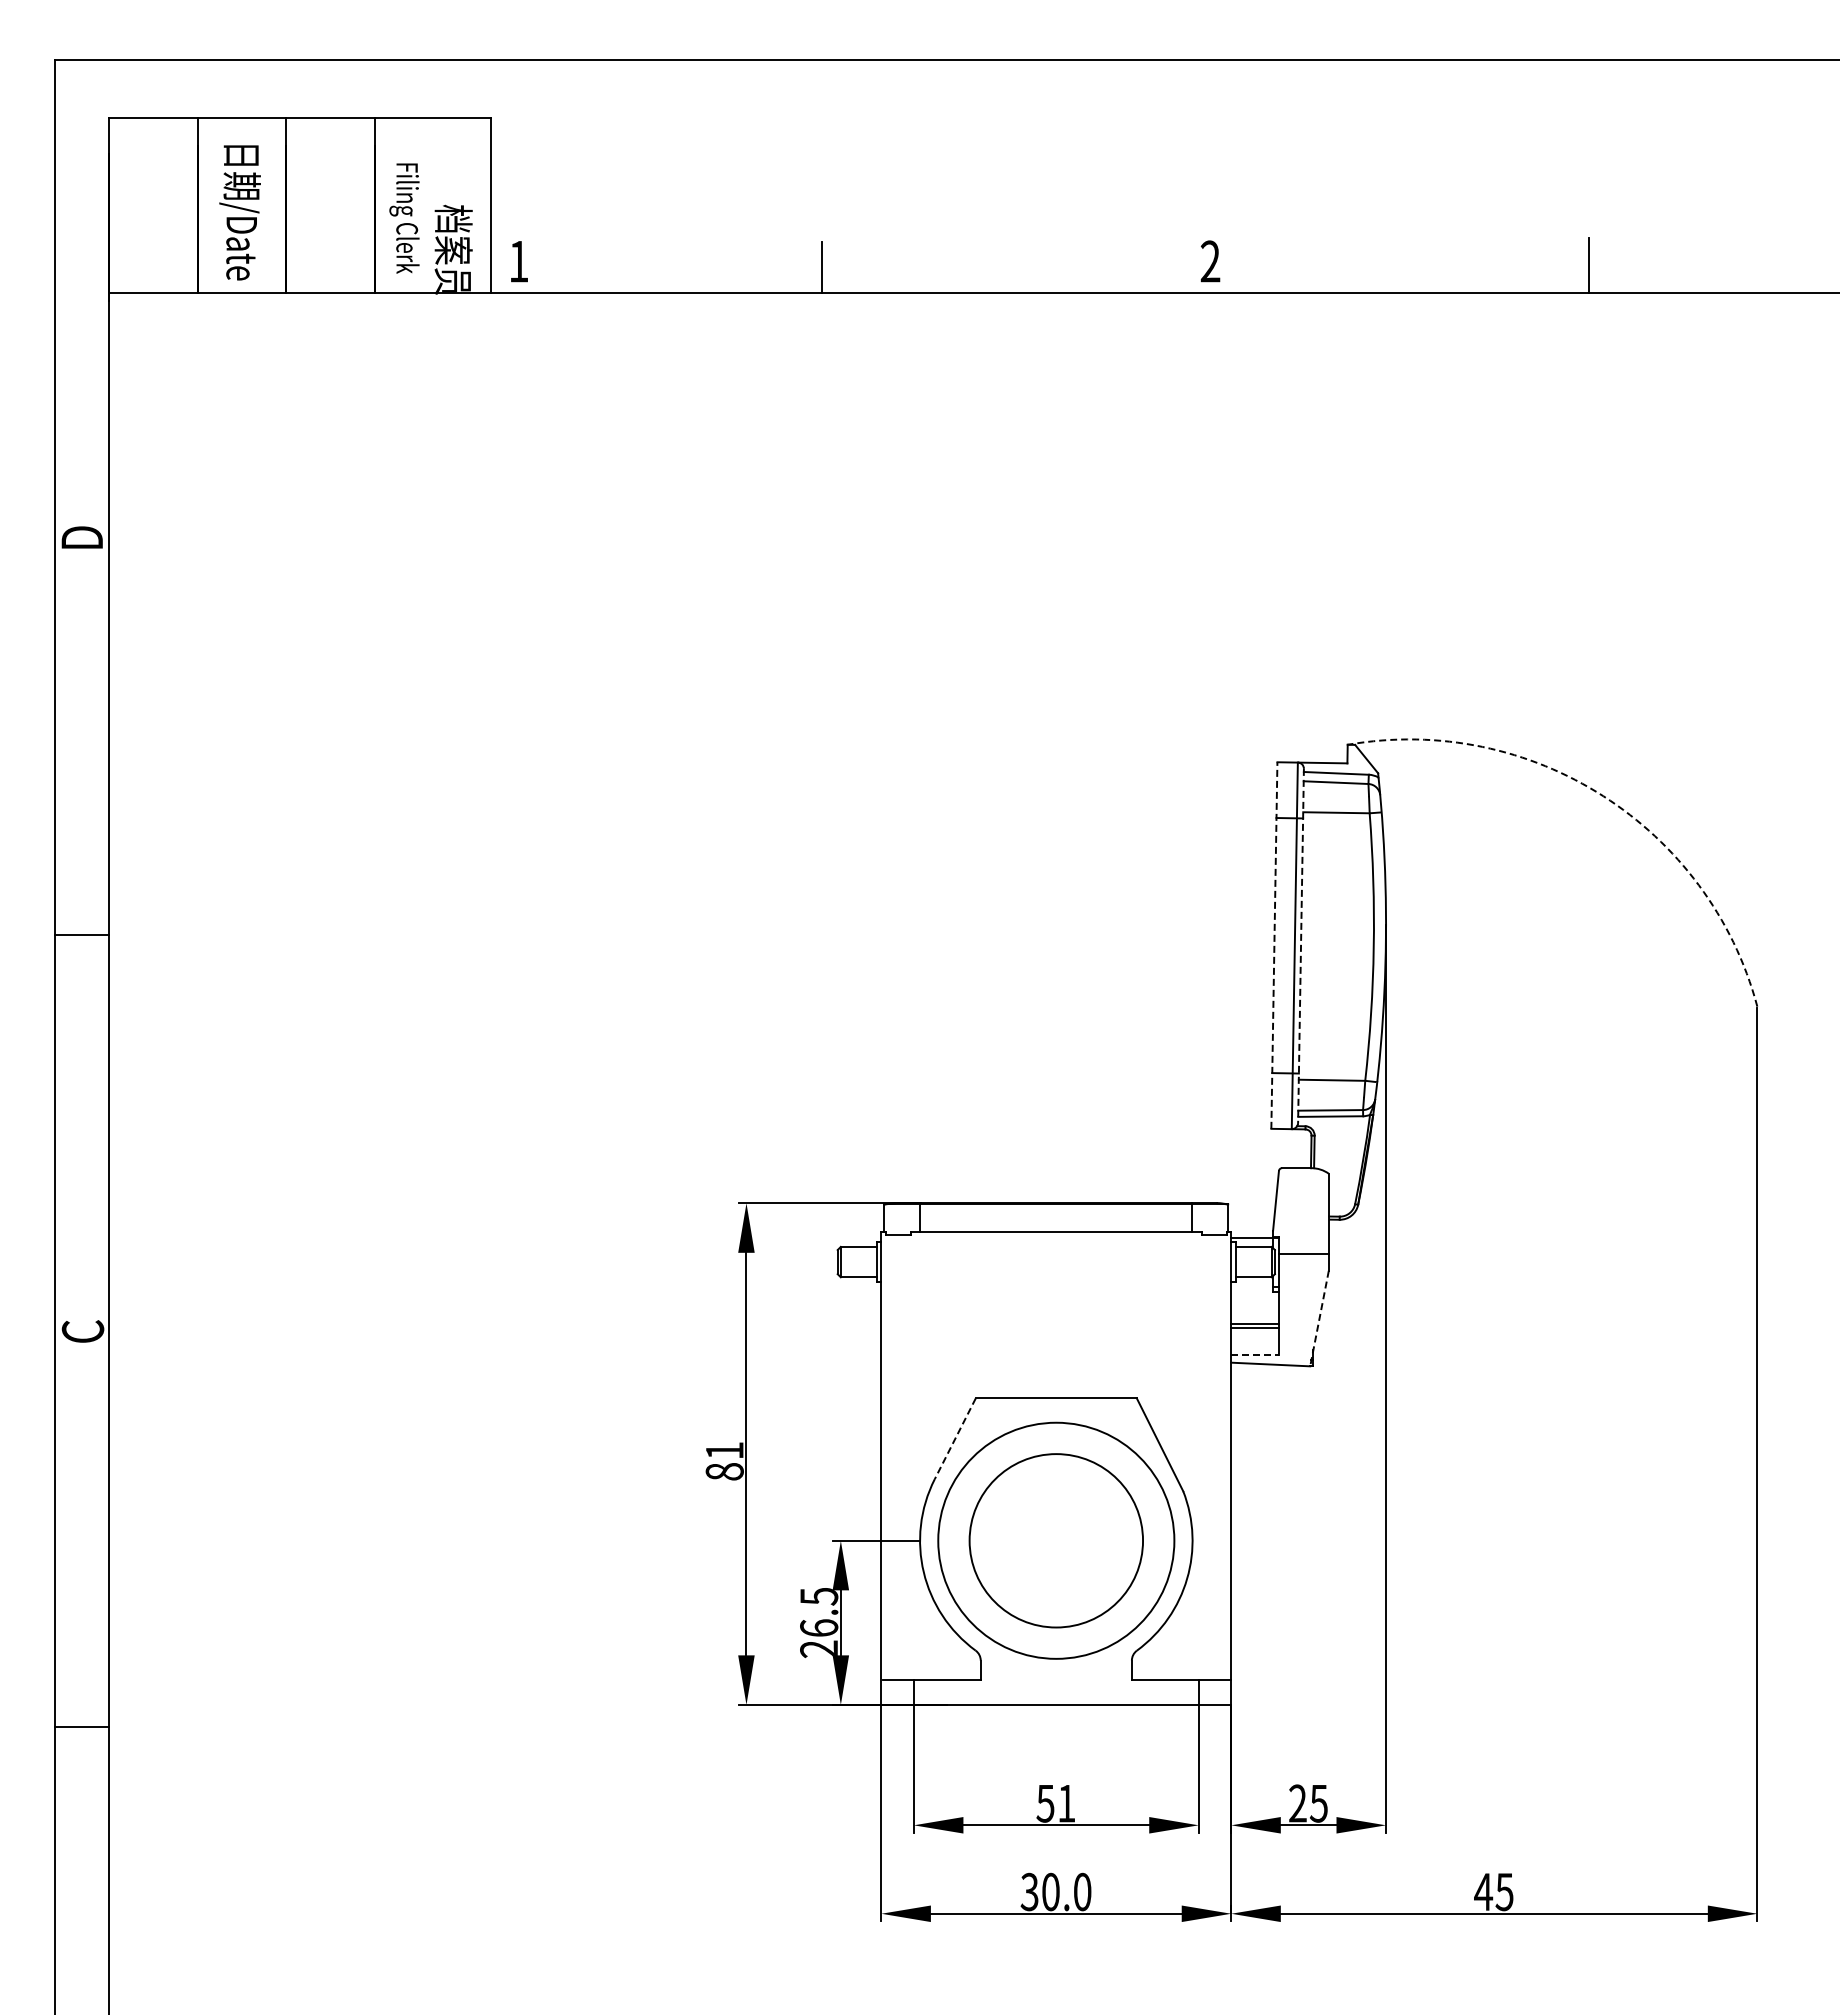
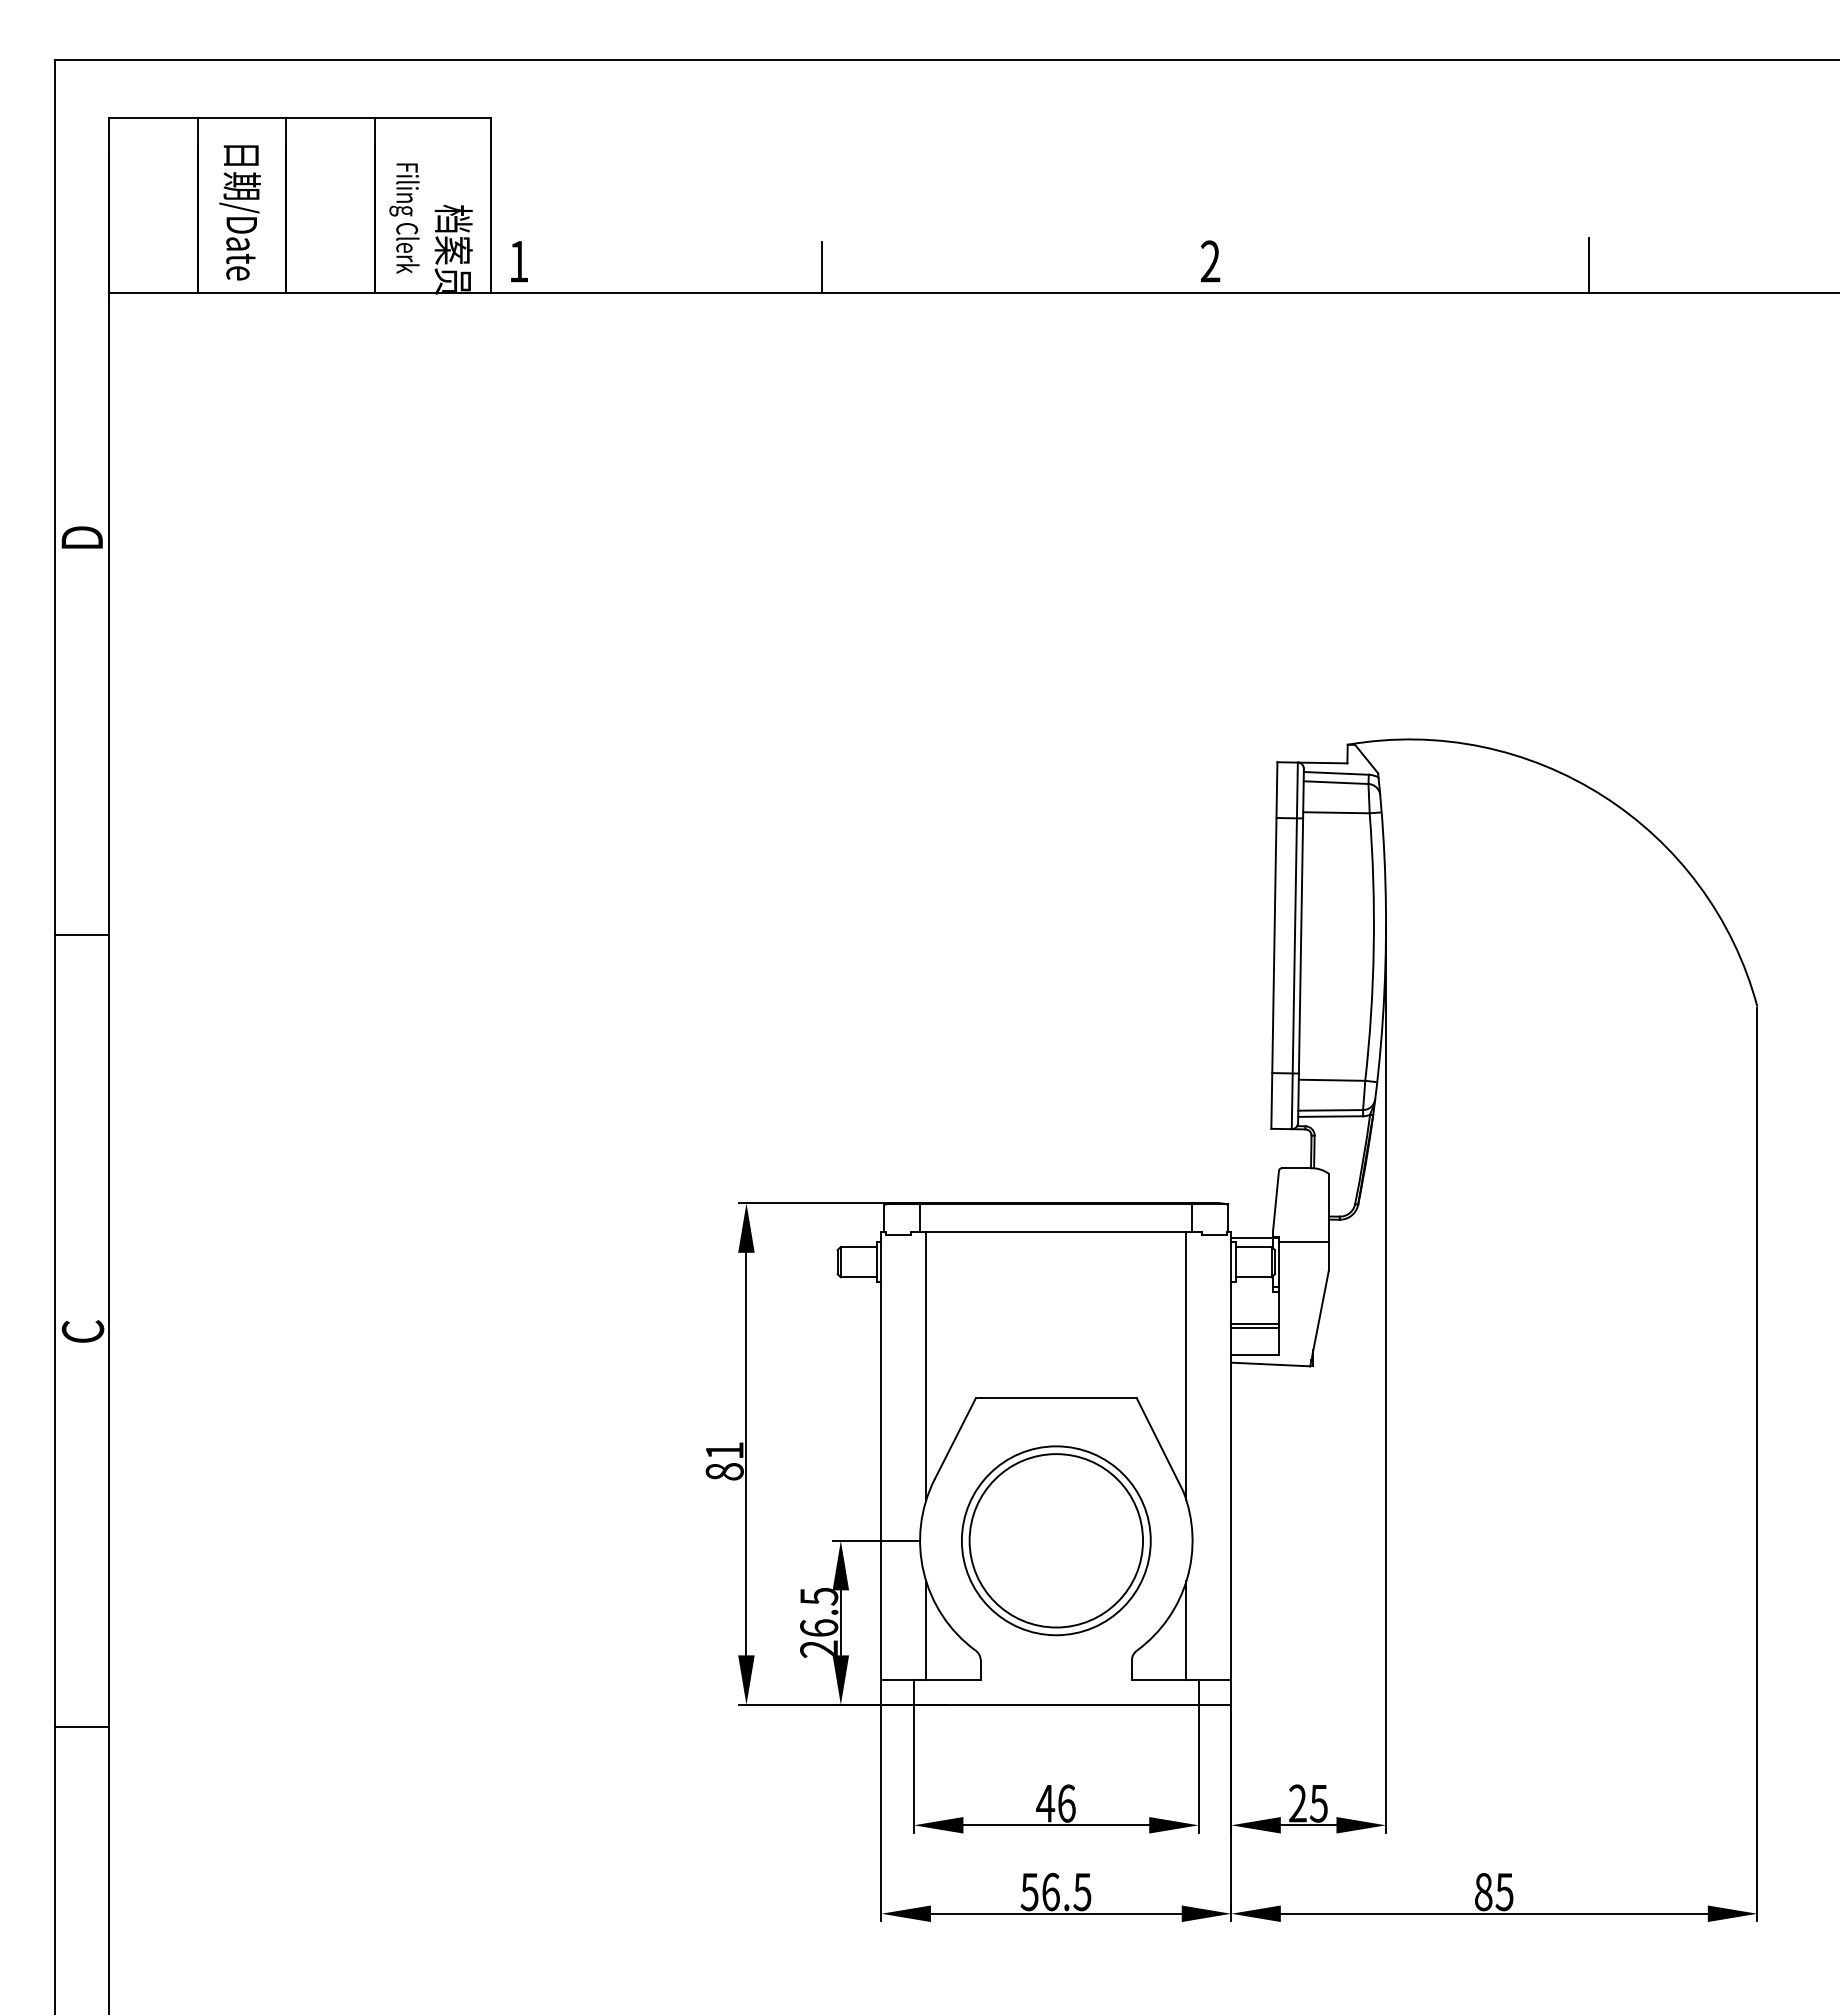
arc at (1603, 796): dashed -> solid
line at (1274, 945): dashed -> solid
line at (1301, 946): dashed -> solid
line at (1303, 1254) position: (1303, 1254) -> (1303, 1242)
line at (1319, 1318): dashed -> solid
line at (1255, 1355): dashed -> solid
line at (926, 1366): none -> present
line at (1186, 1366): none -> present
line at (955, 1439): dashed -> solid
circle at (1056, 1540) diameter: 236 px -> 189 px
line at (926, 1630): none -> present
line at (1186, 1630): none -> present
text at (1055, 1803): 51 -> 46
text at (1055, 1891): 30.0 -> 56.5
text at (1483, 1892): 45 -> 85
